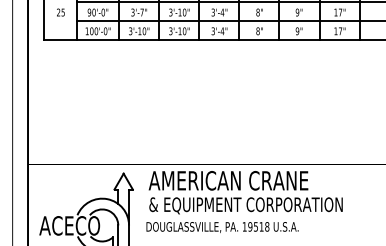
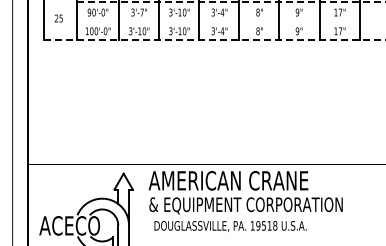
line at (231, 2): solid -> dashed
text at (60, 12) position: (60, 12) -> (58, 18)
line at (229, 20): present -> none
line at (215, 39): solid -> dashed
text at (222, 227) position: (222, 227) -> (230, 226)
